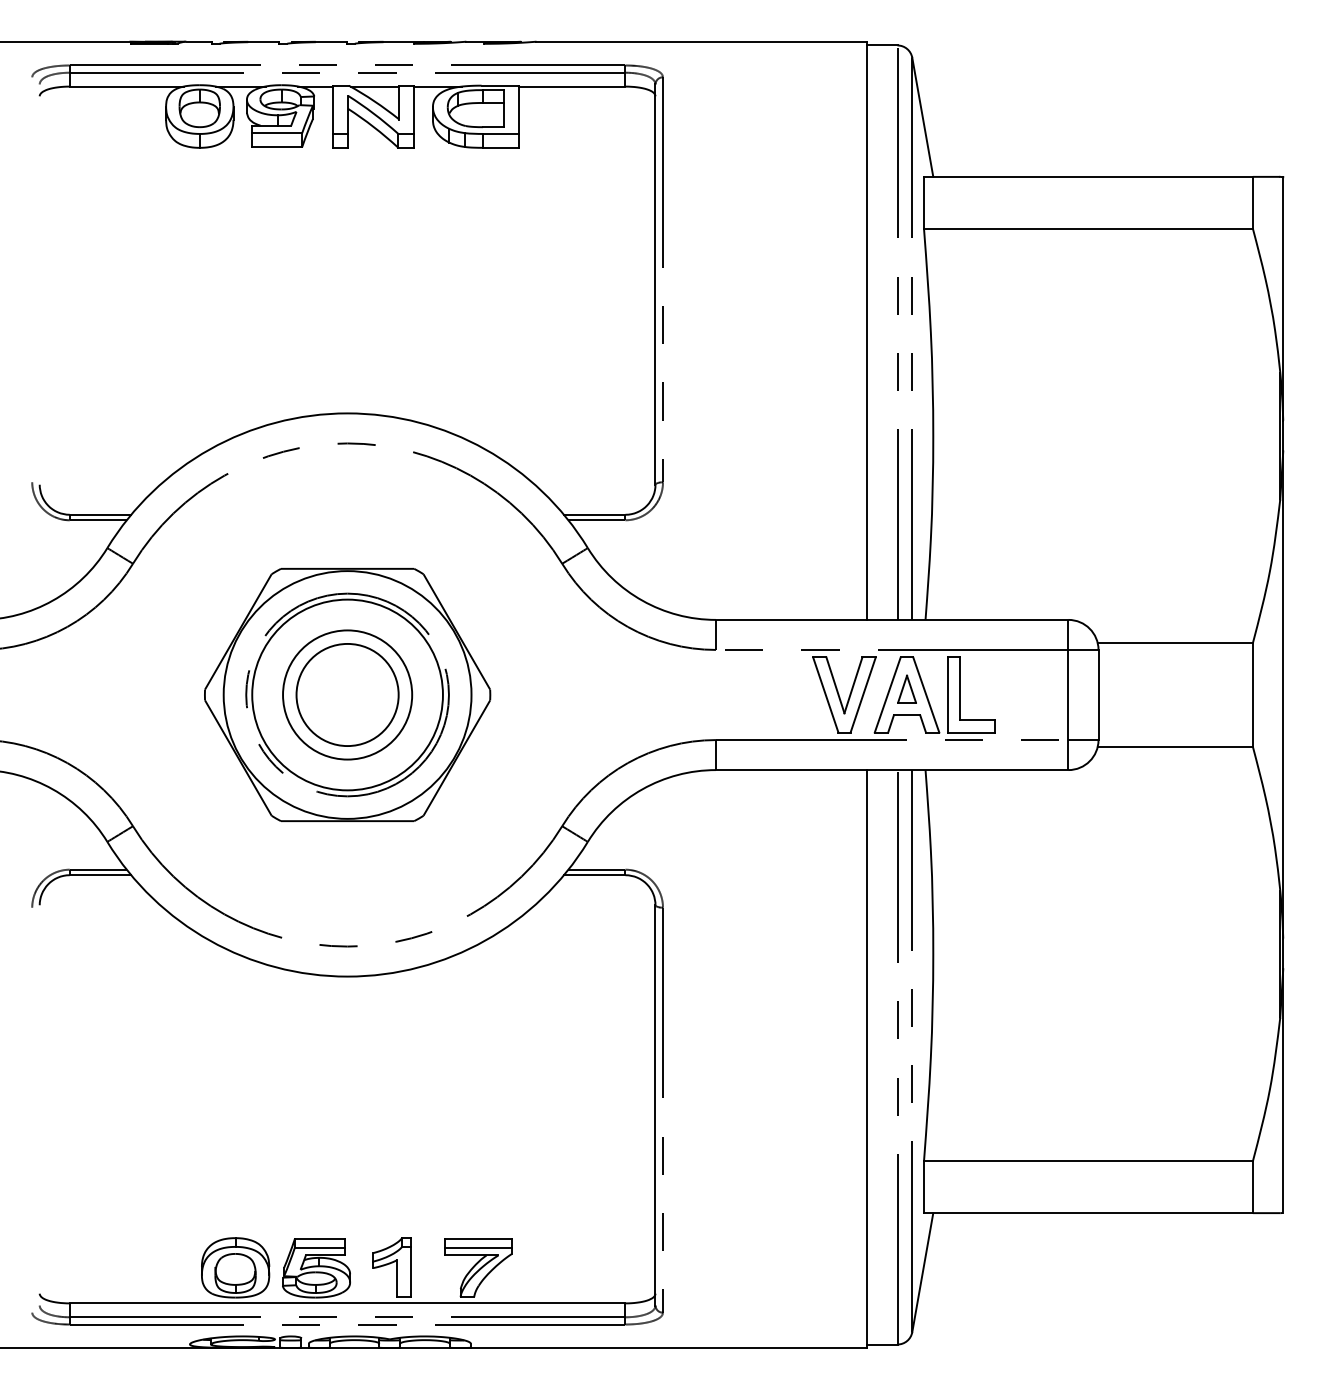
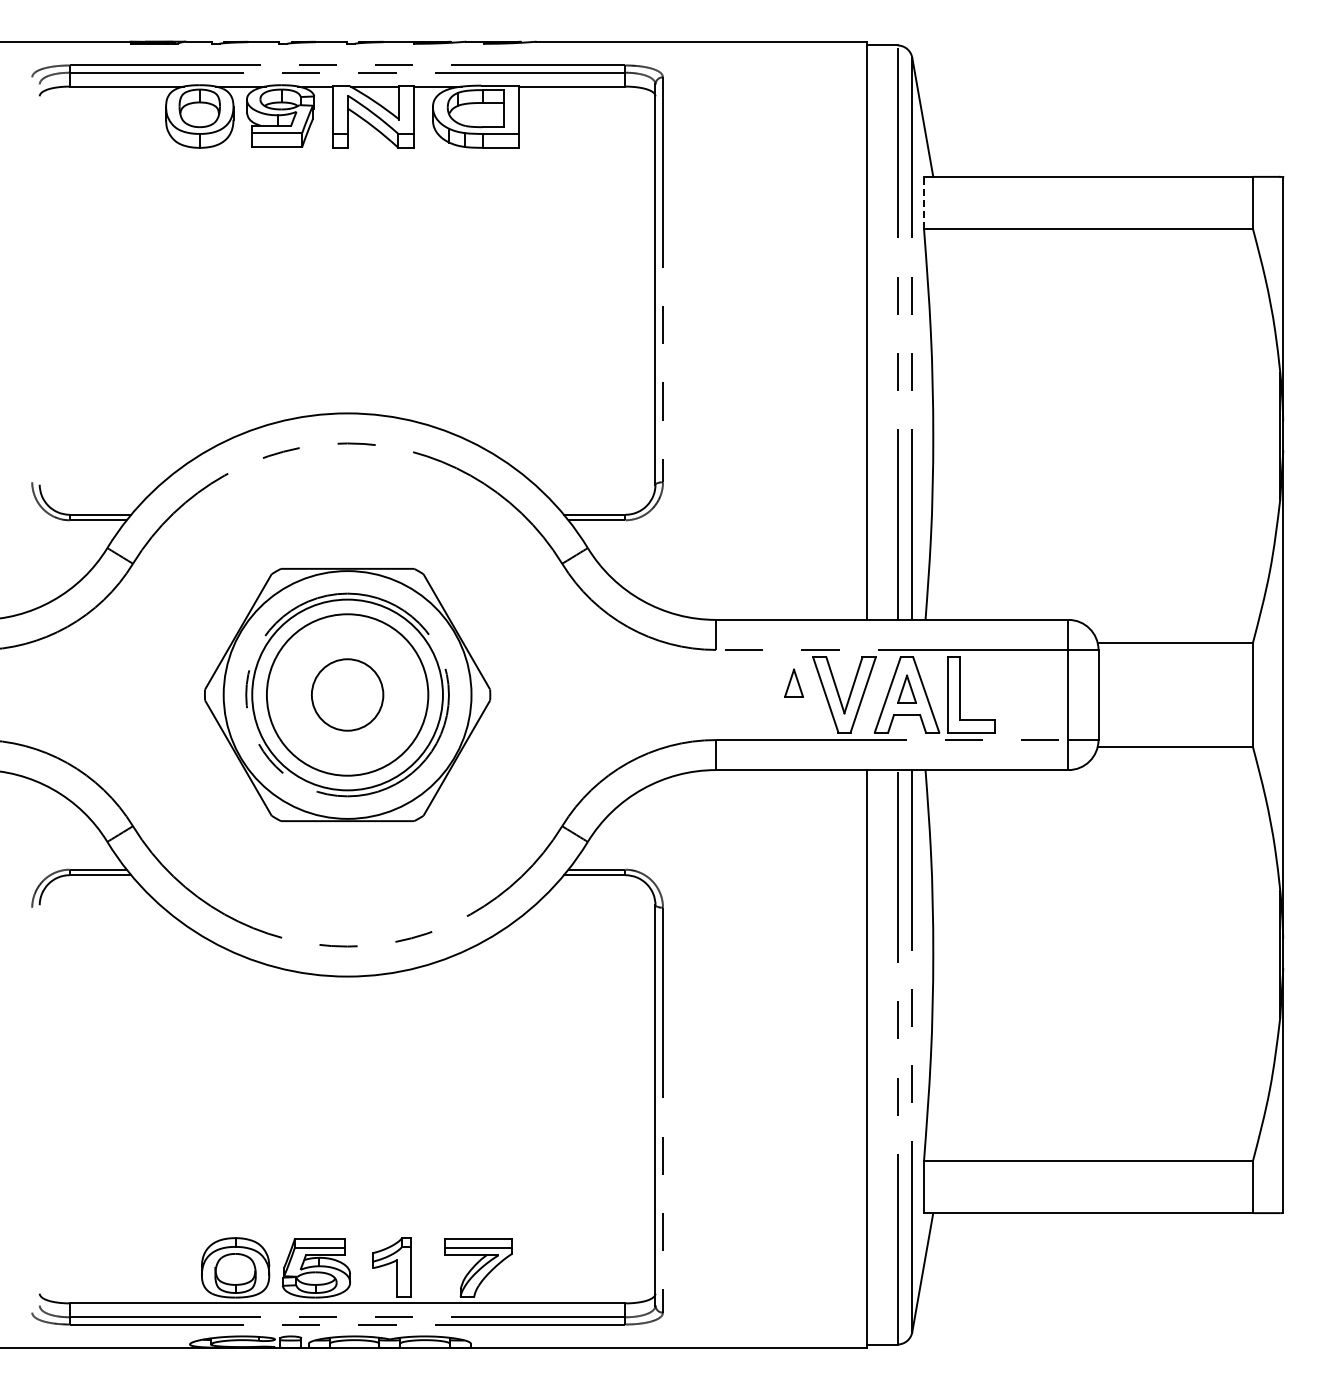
line at (924, 202): solid -> dashed
part at (793, 682): none -> present
circle at (347, 694) diameter: 102 px -> 71 px
circle at (347, 694) diameter: 129 px -> 161 px
